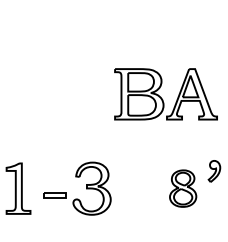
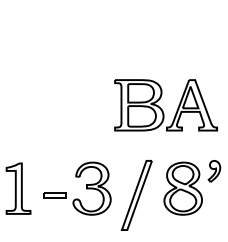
part at (165, 94) position: (165, 94) -> (165, 105)
part at (183, 188) size: 29x39 px -> 40x55 px
part at (136, 195): none -> present
